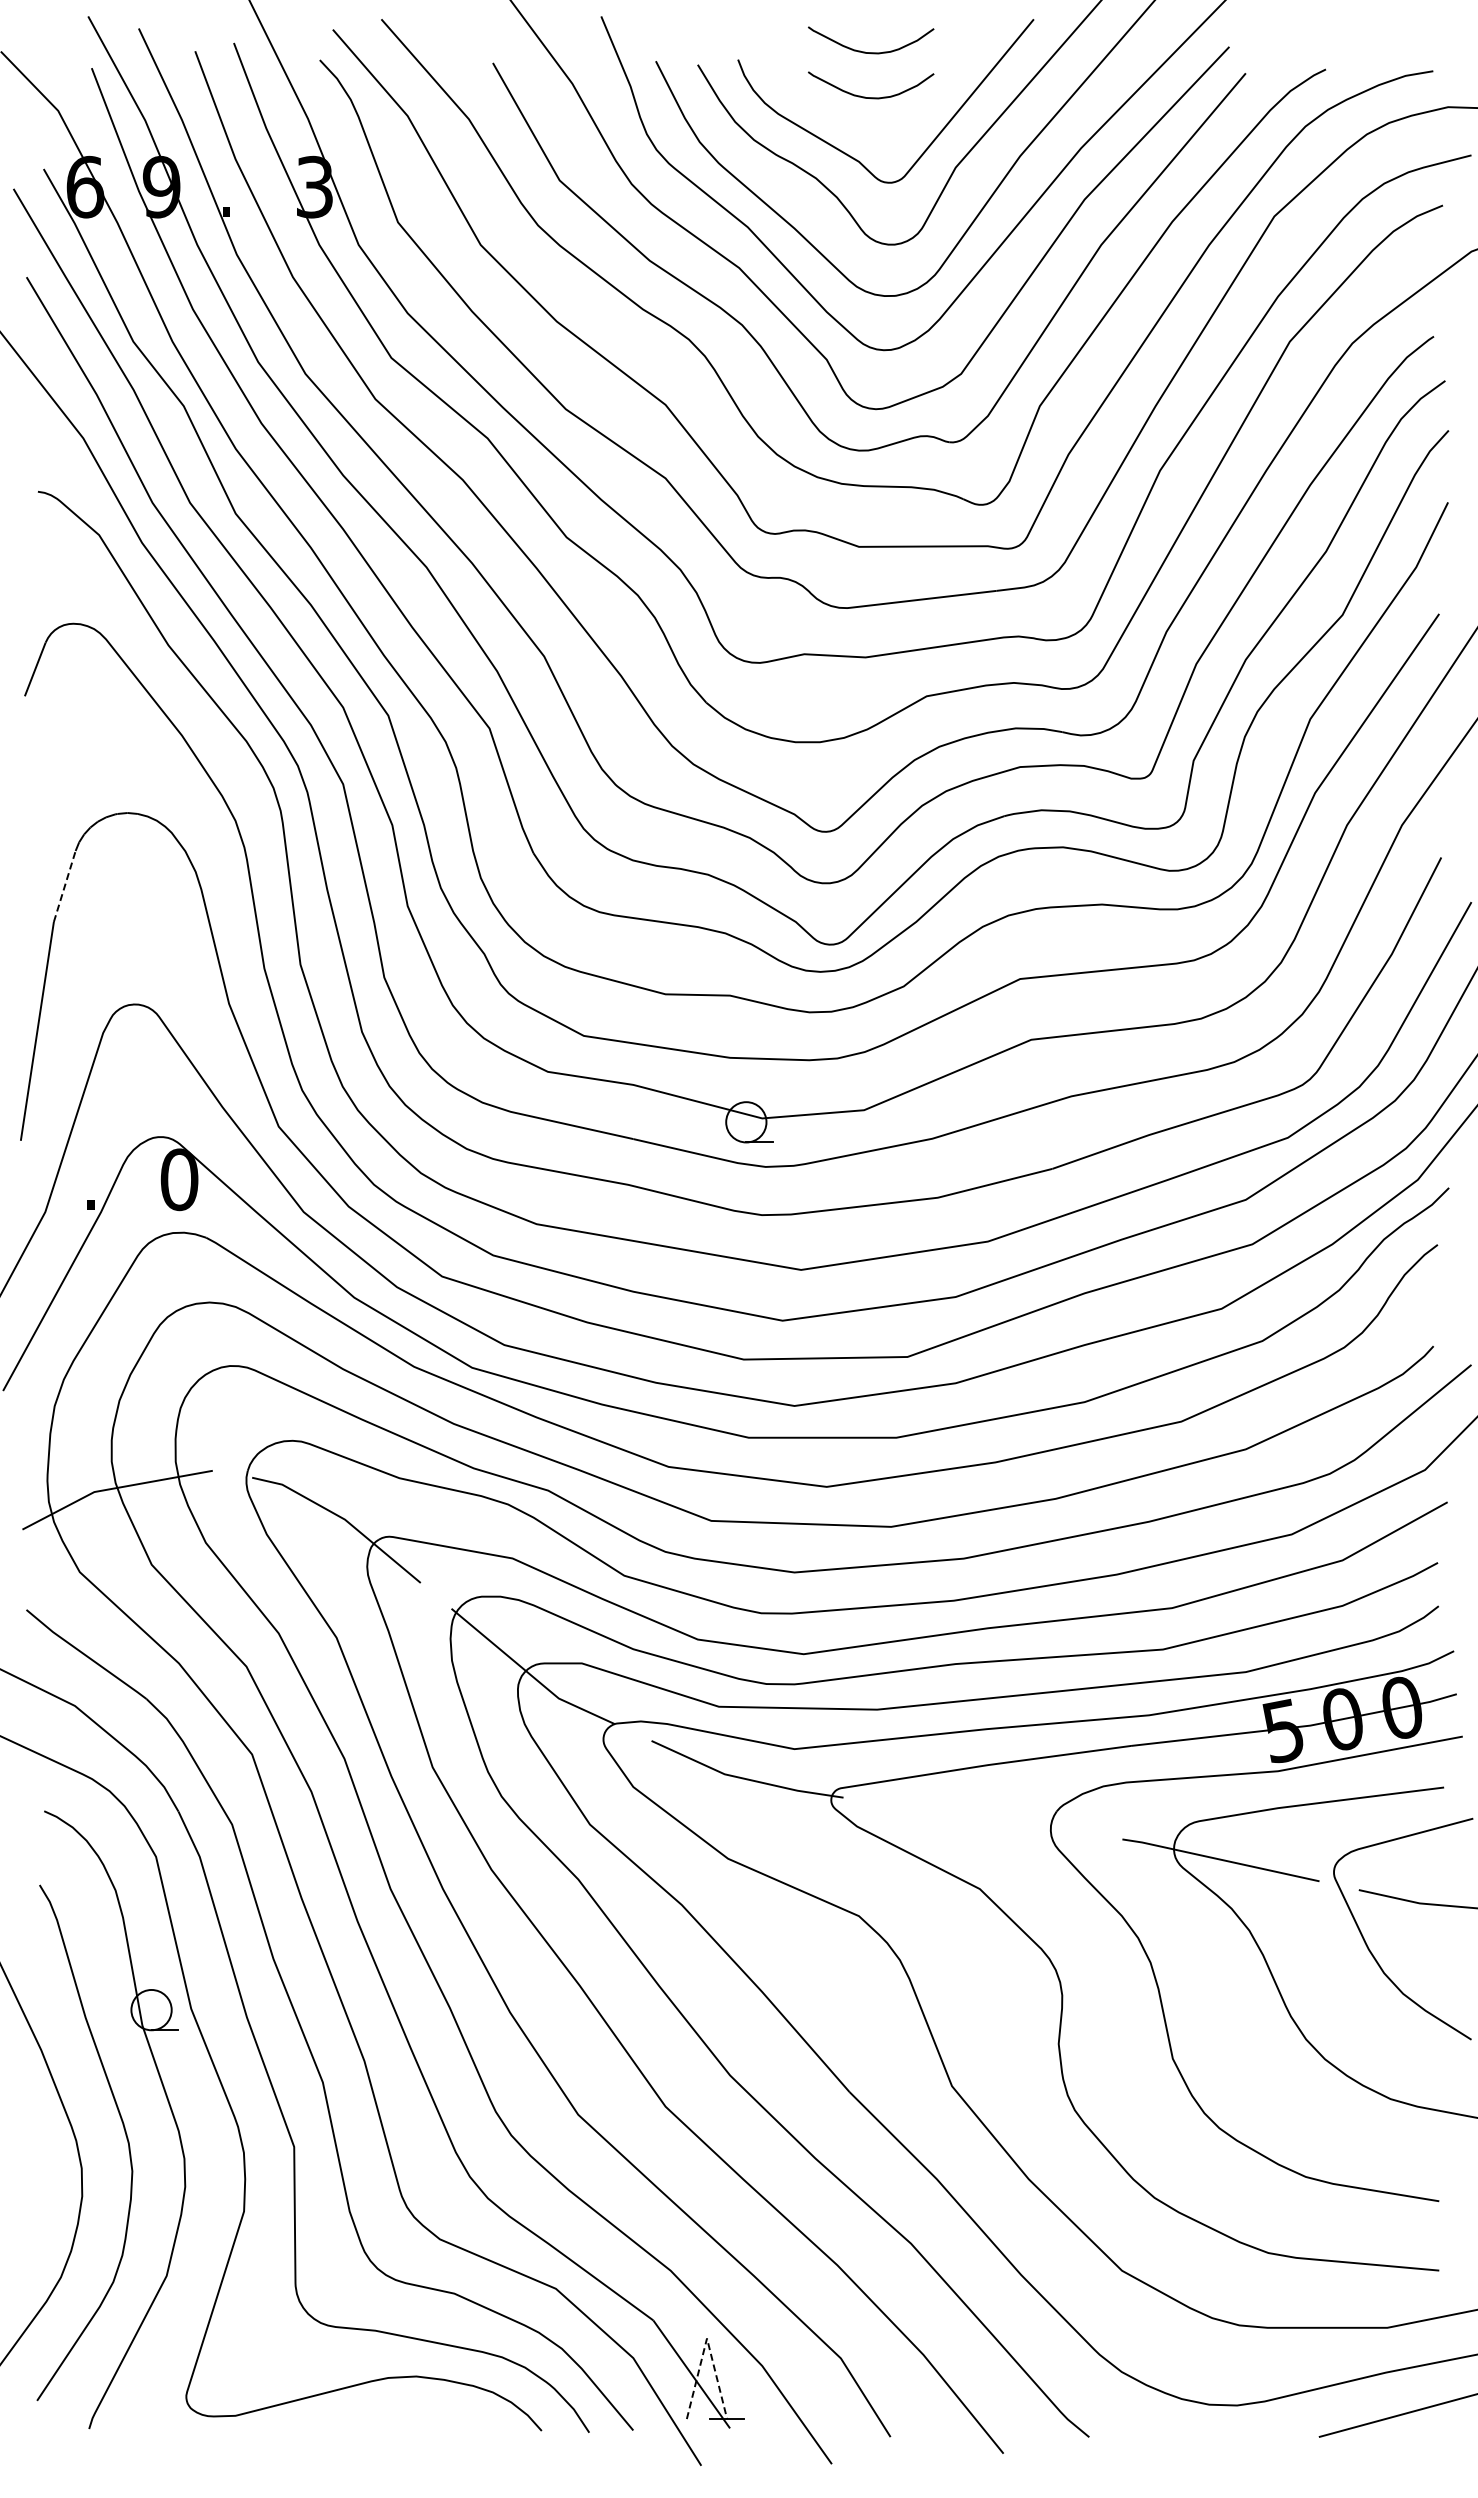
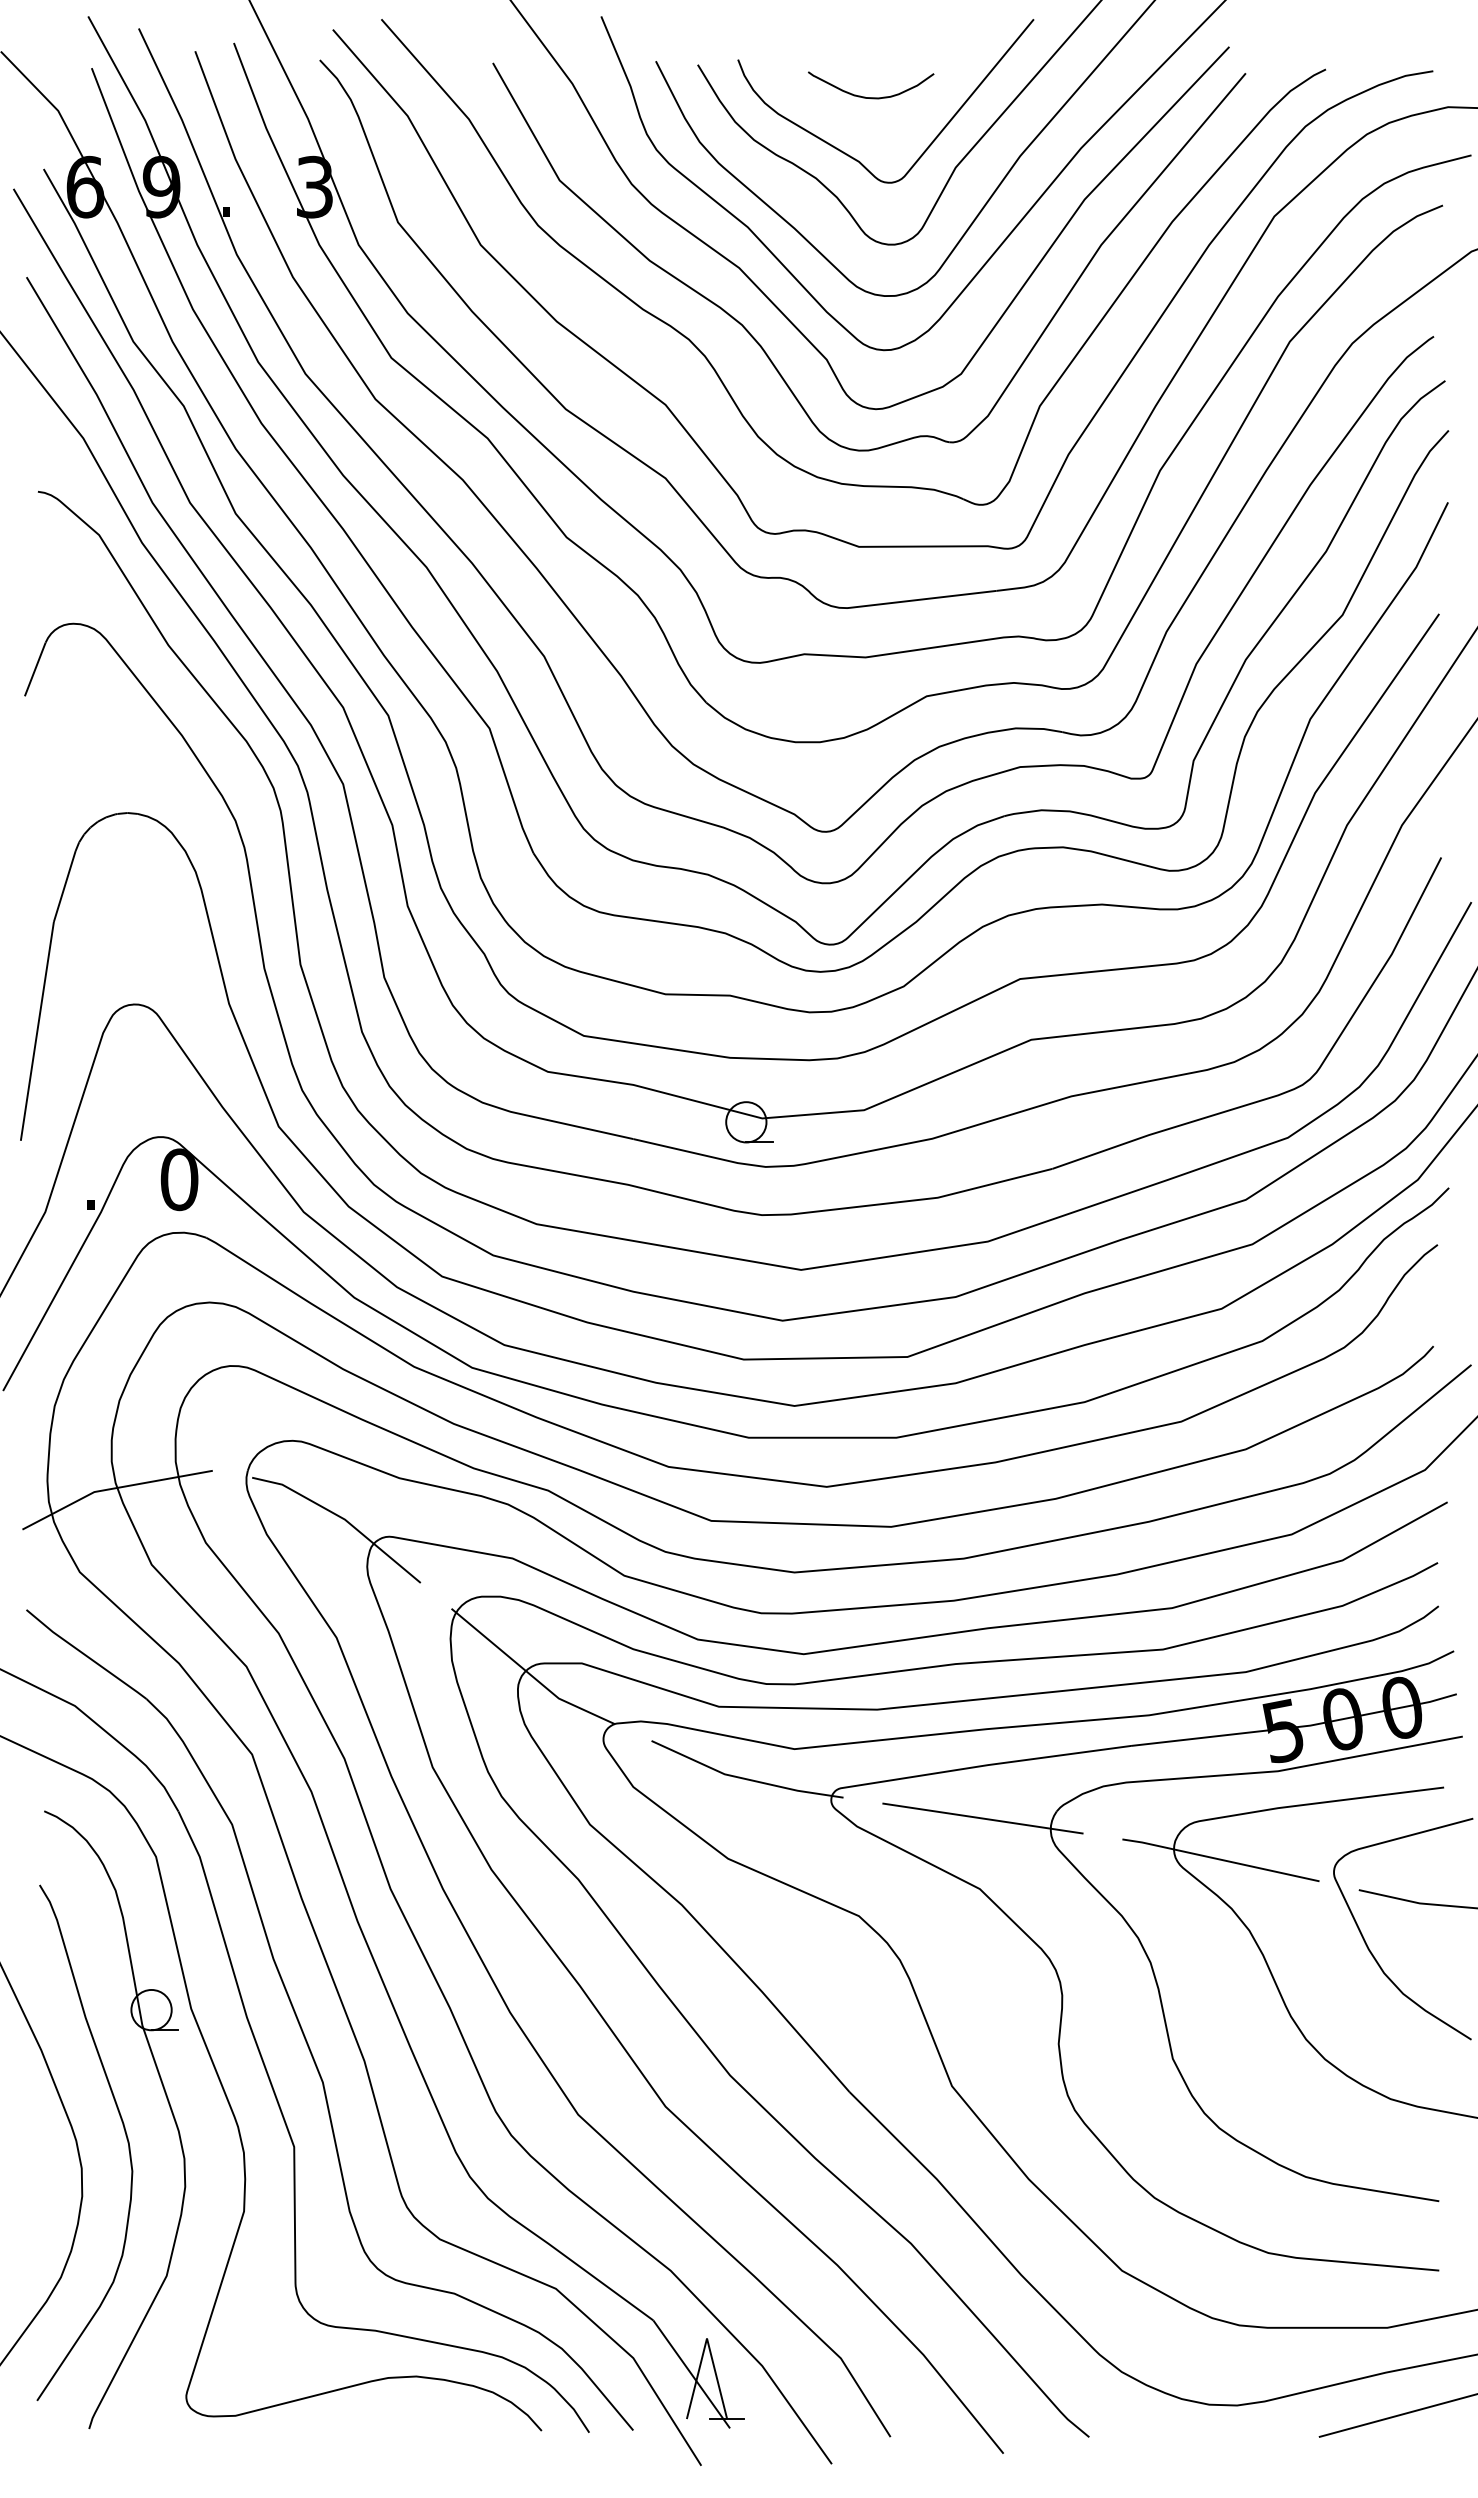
curve at (871, 52): present -> none
line at (64, 886): dashed -> solid
line at (982, 1818): none -> present
line at (707, 2338): dashed -> solid
